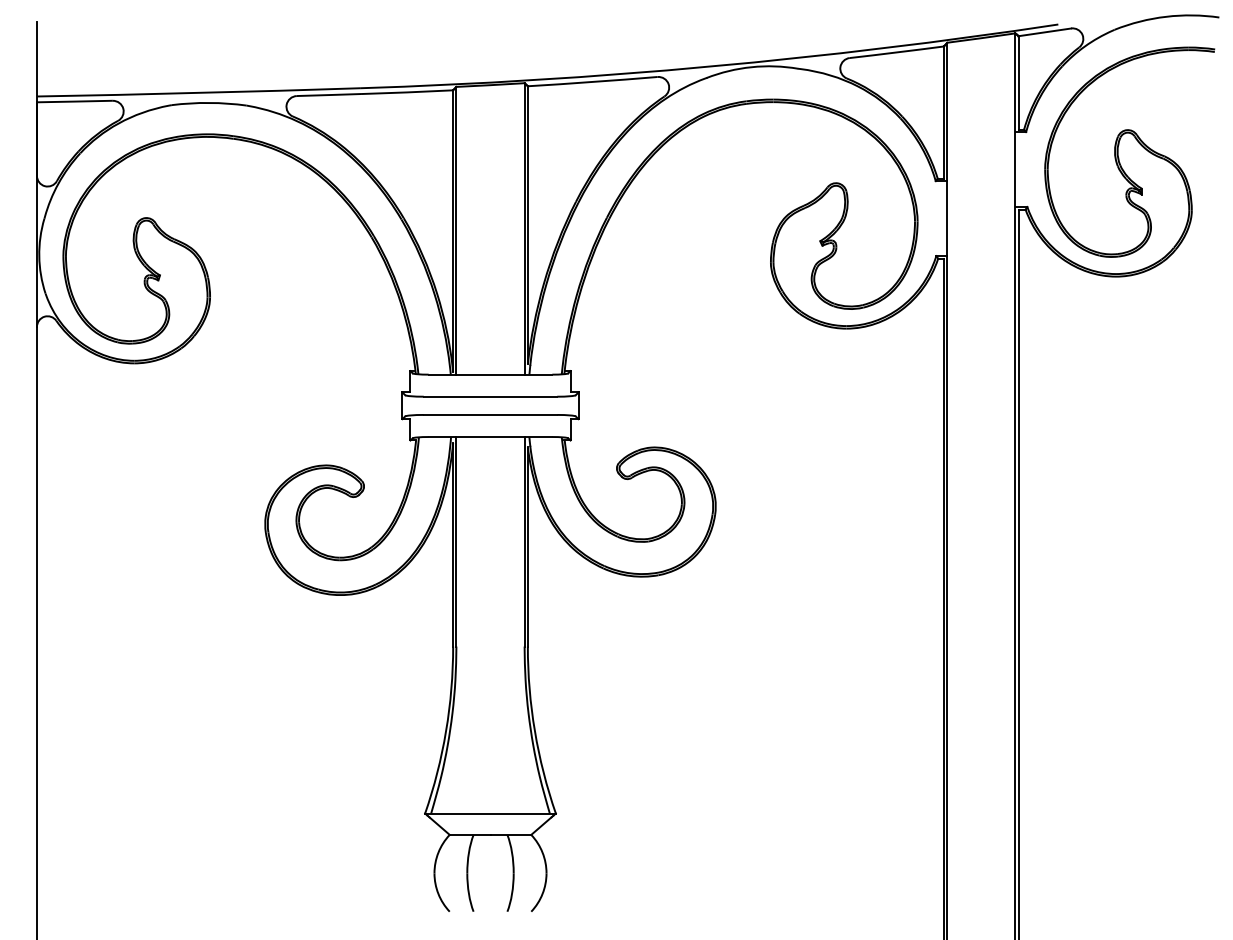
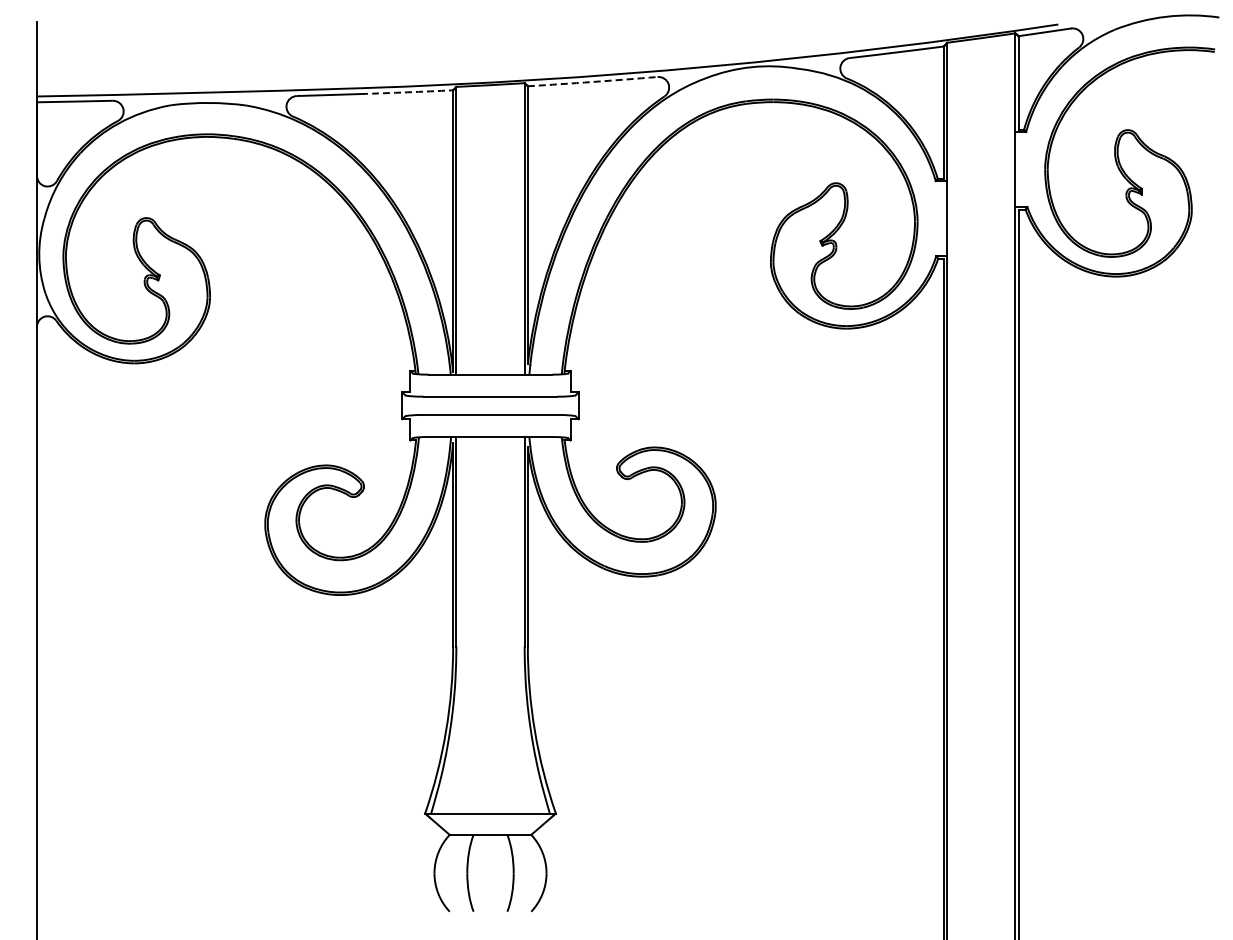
arc at (592, 81): solid -> dashed
arc at (407, 92): solid -> dashed
